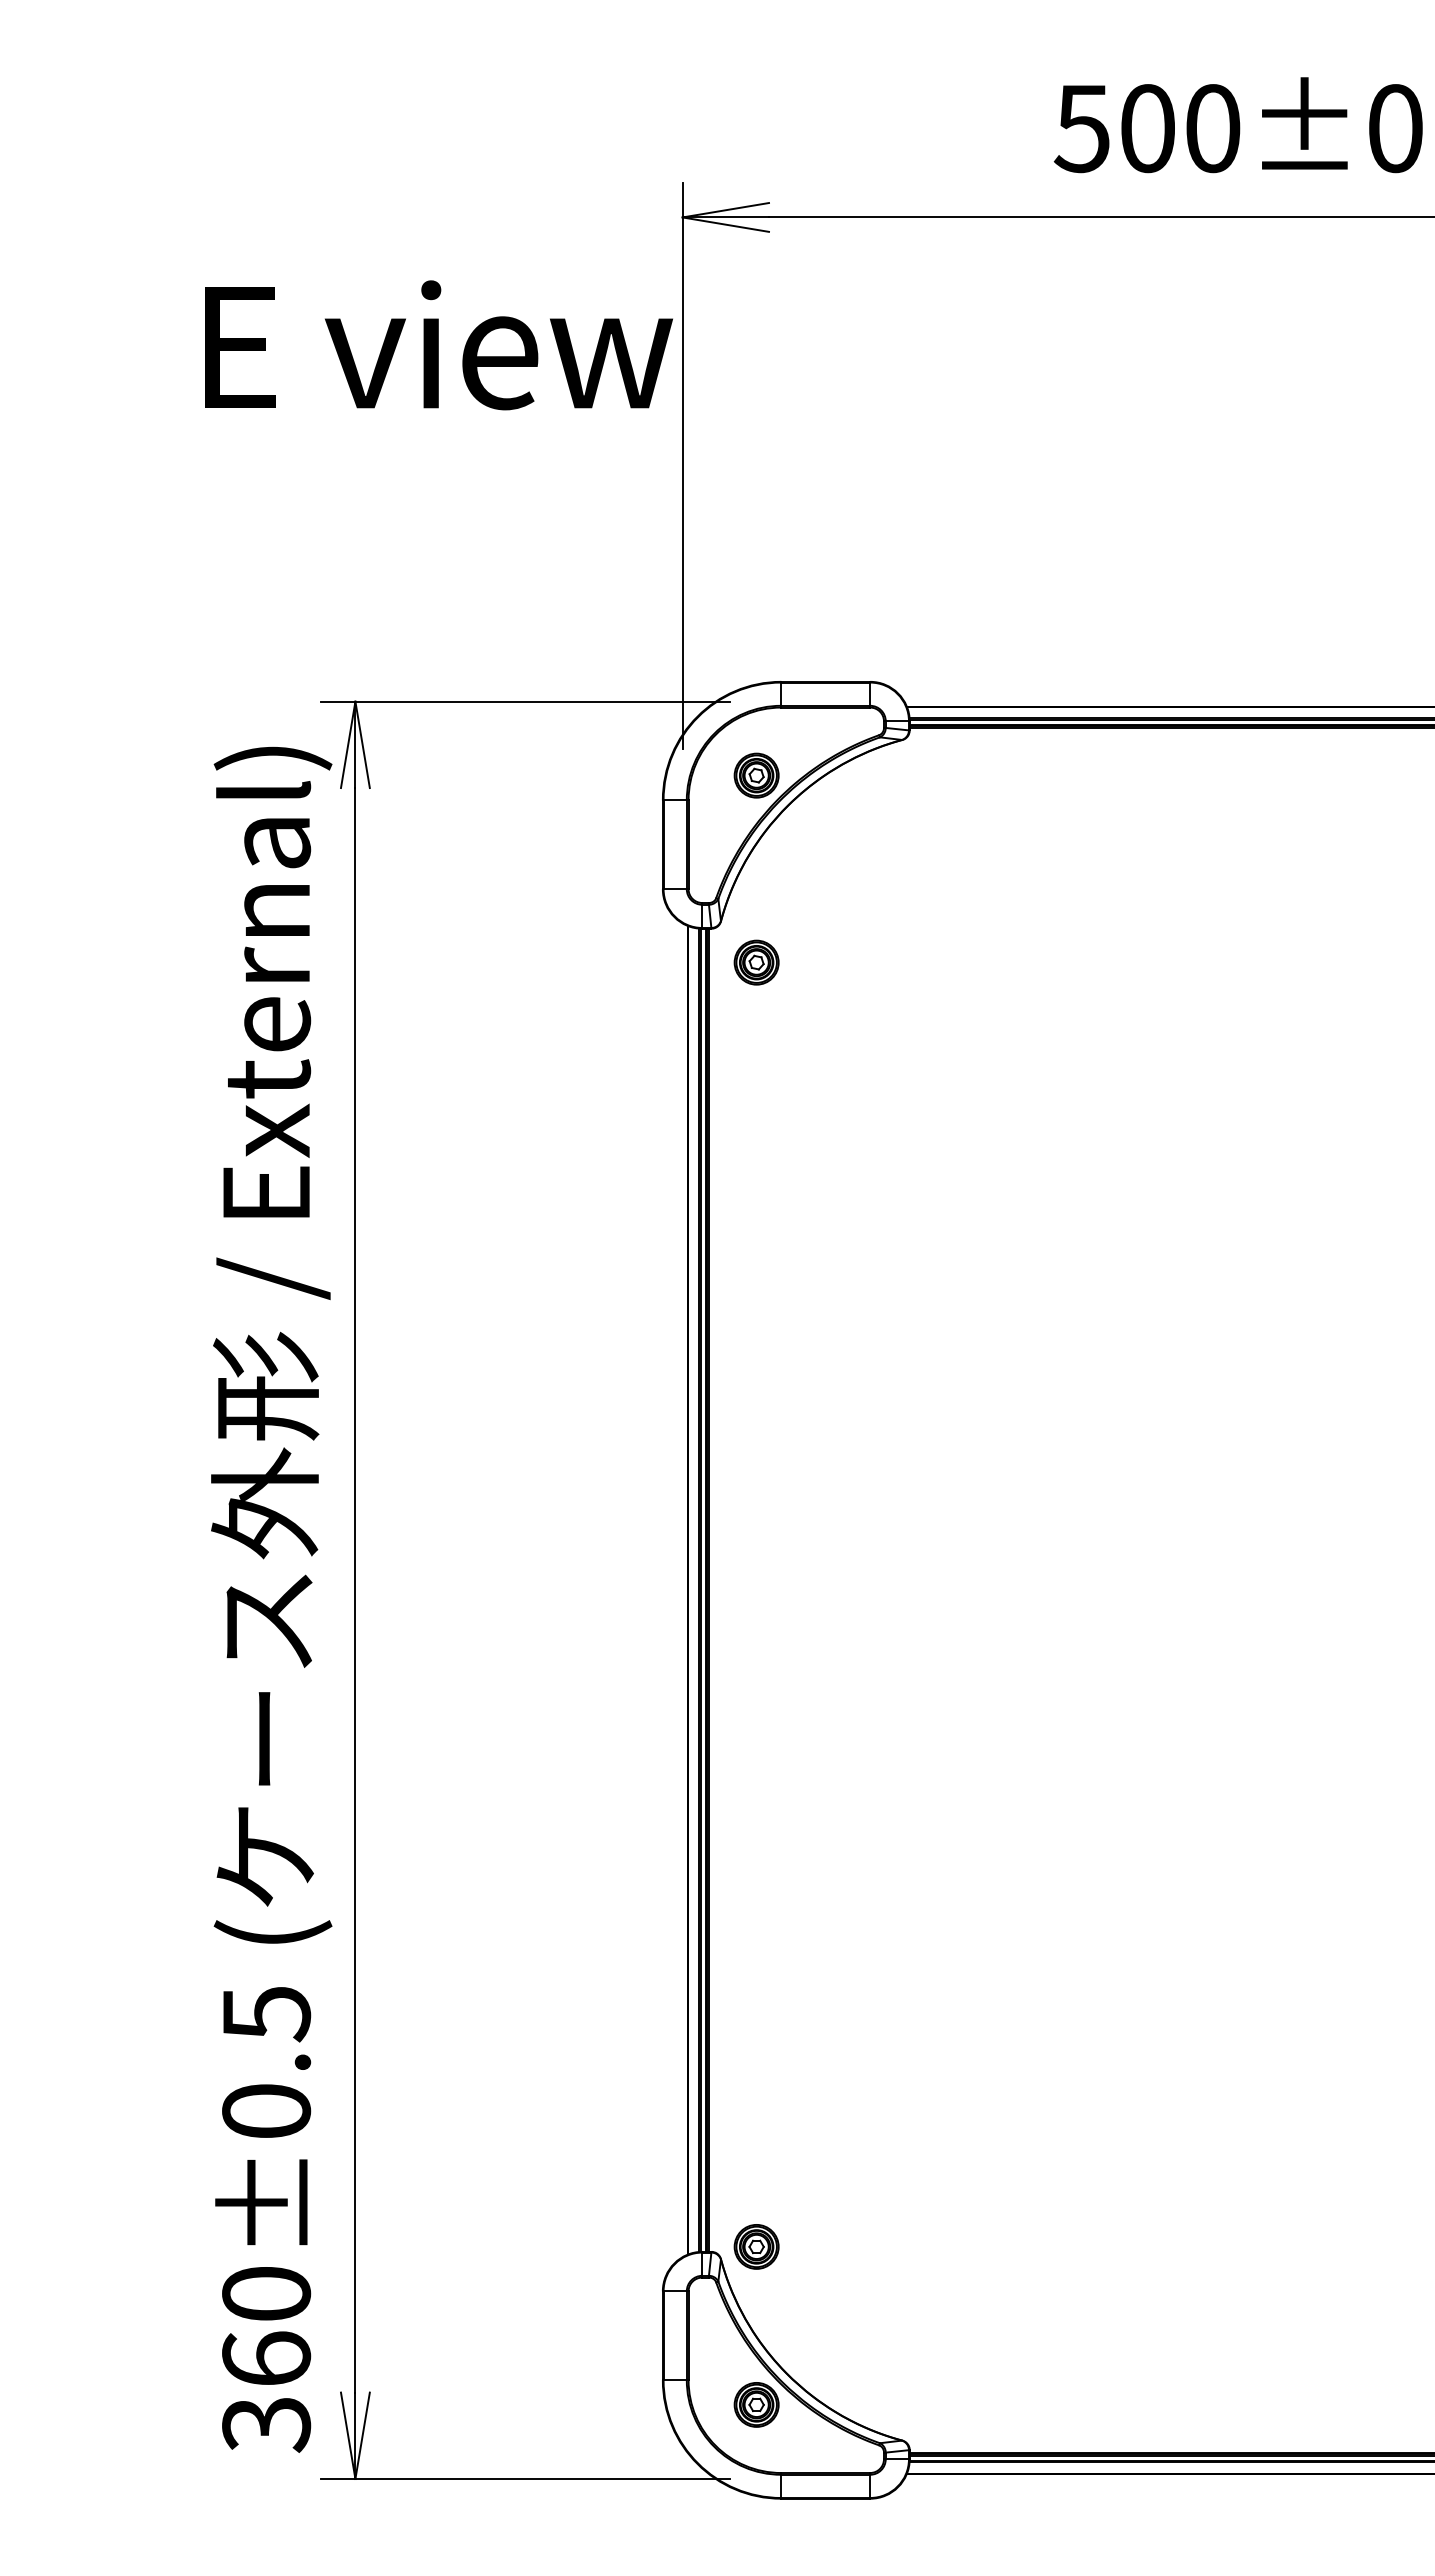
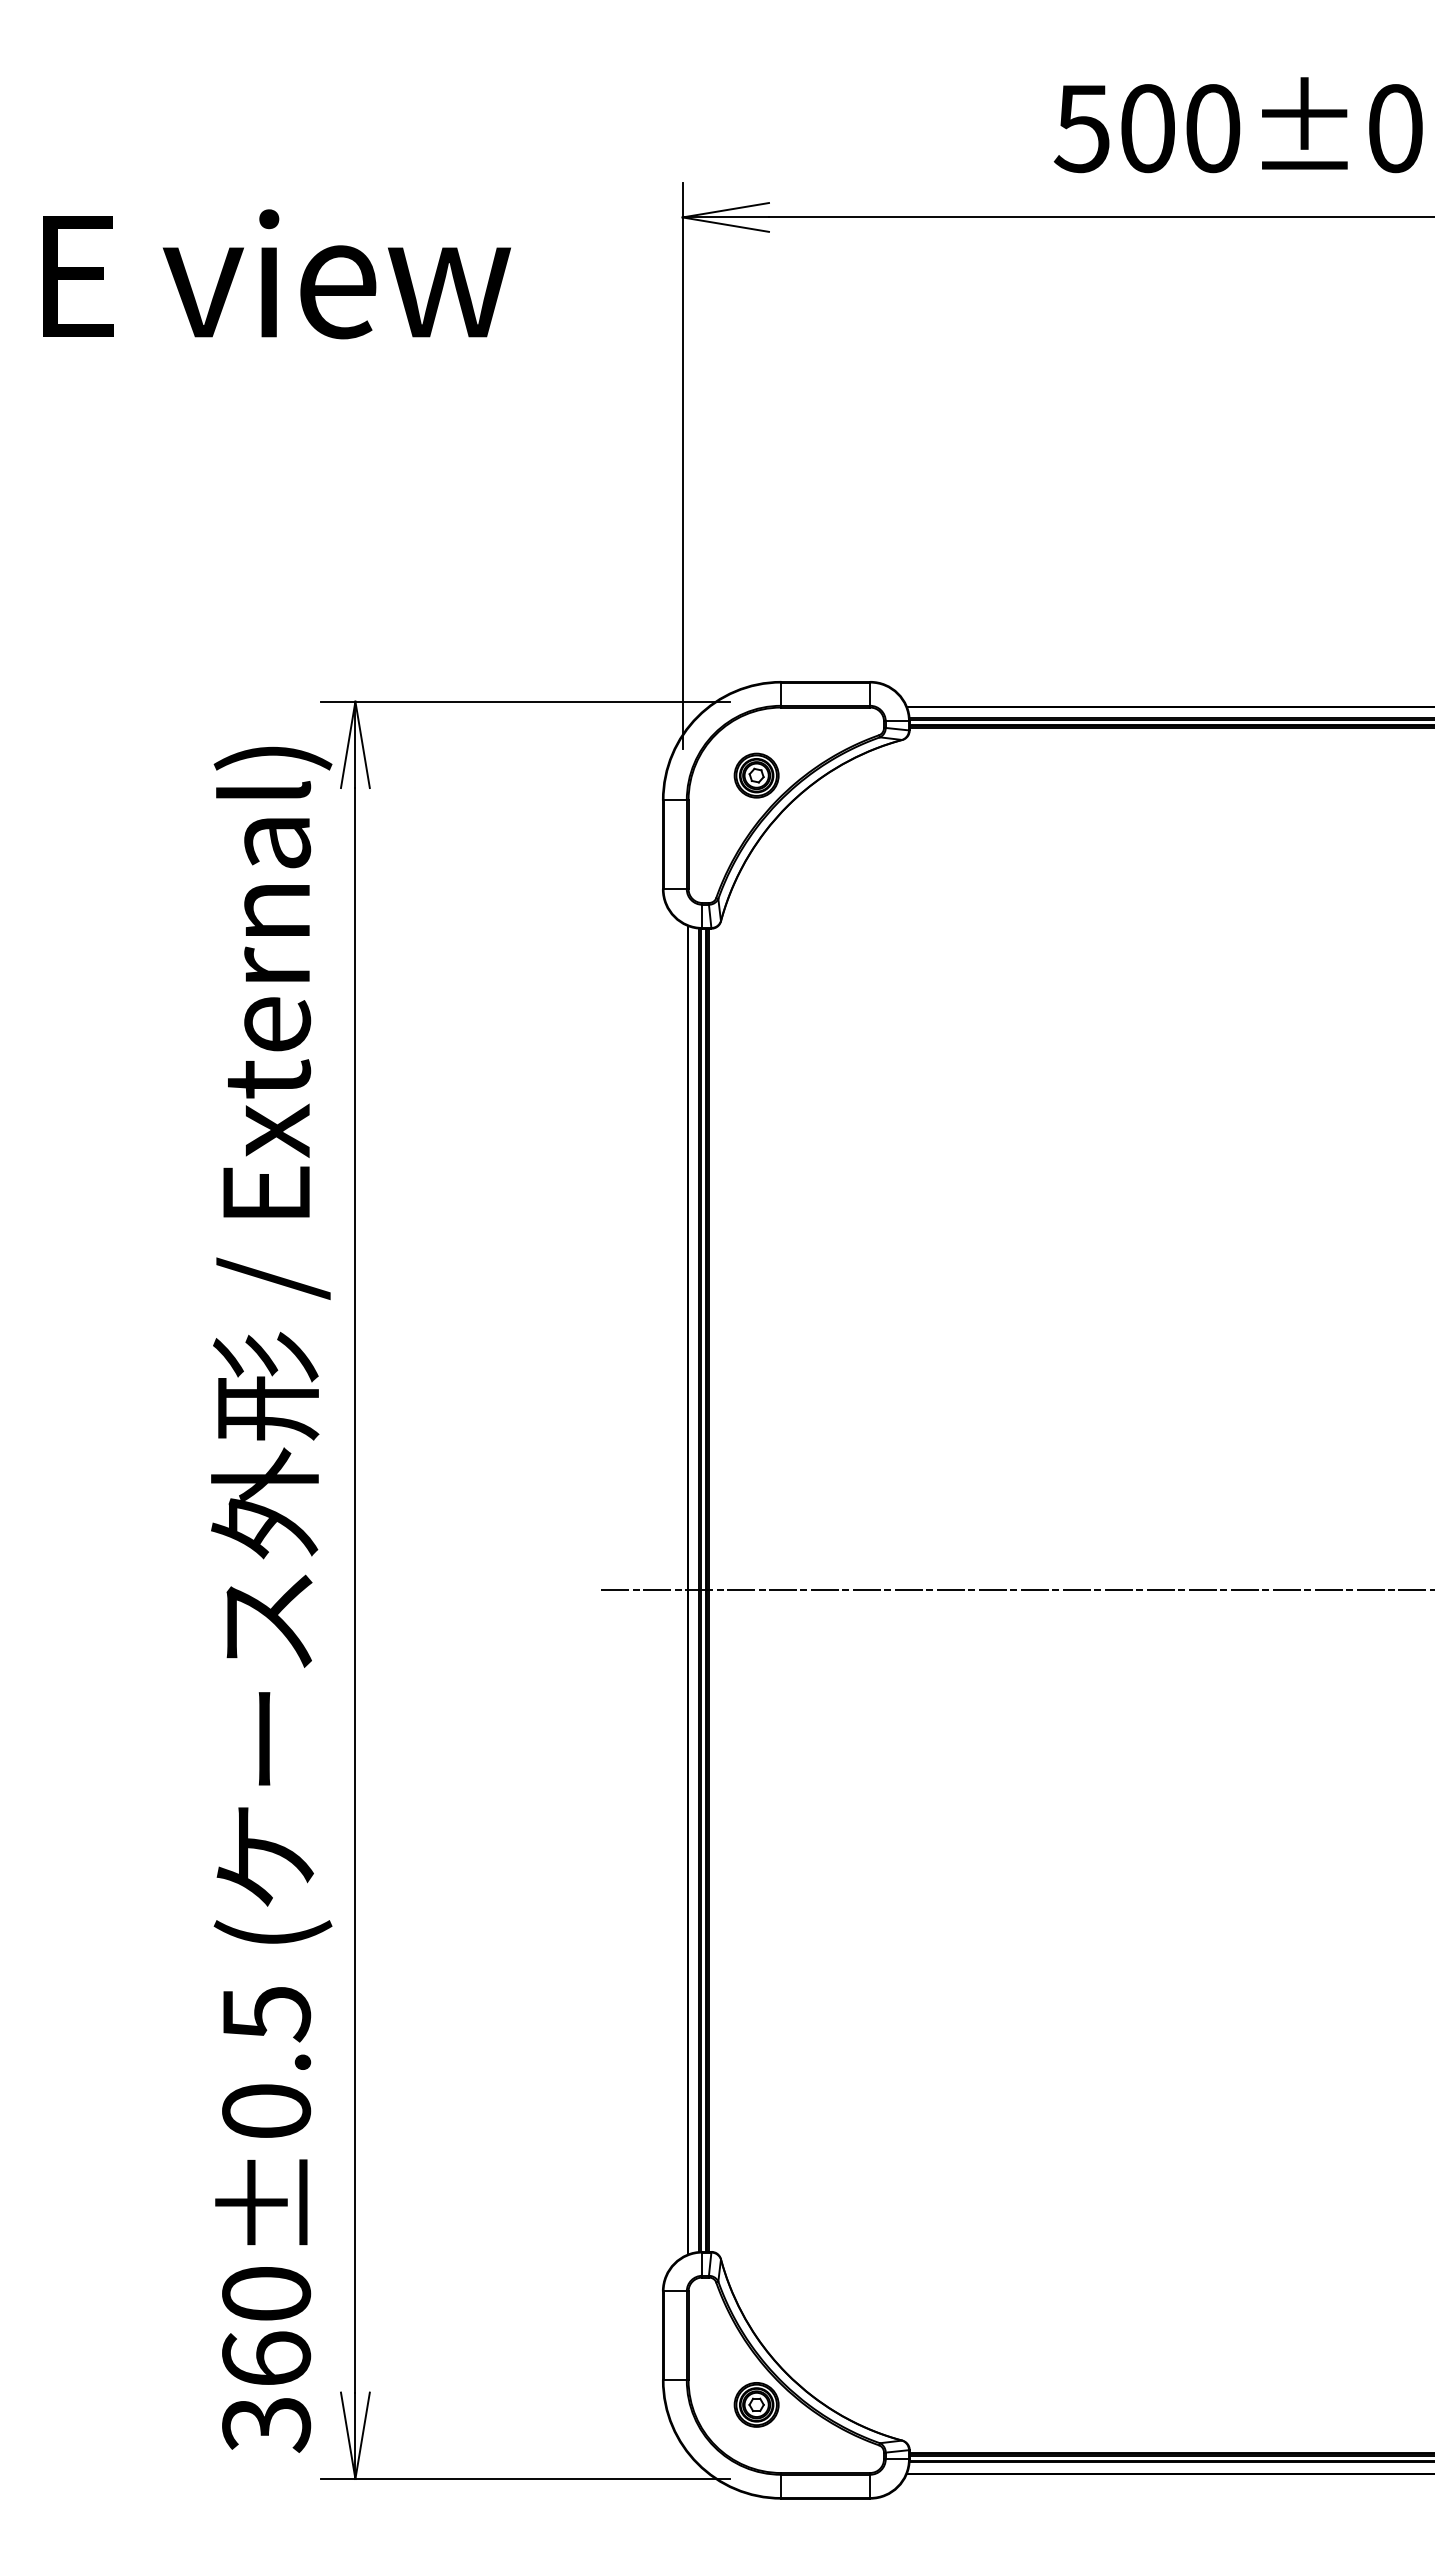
text at (438, 345) position: (438, 345) -> (276, 274)
part at (756, 962): present -> none
line at (1016, 1590): none -> present
part at (756, 2246): present -> none
